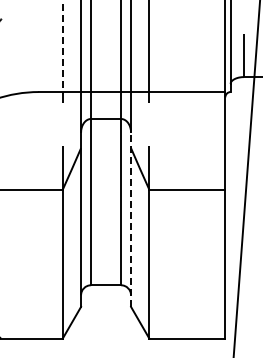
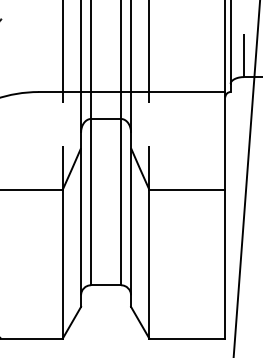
line at (62, 46): dashed -> solid
line at (131, 219): dashed -> solid
